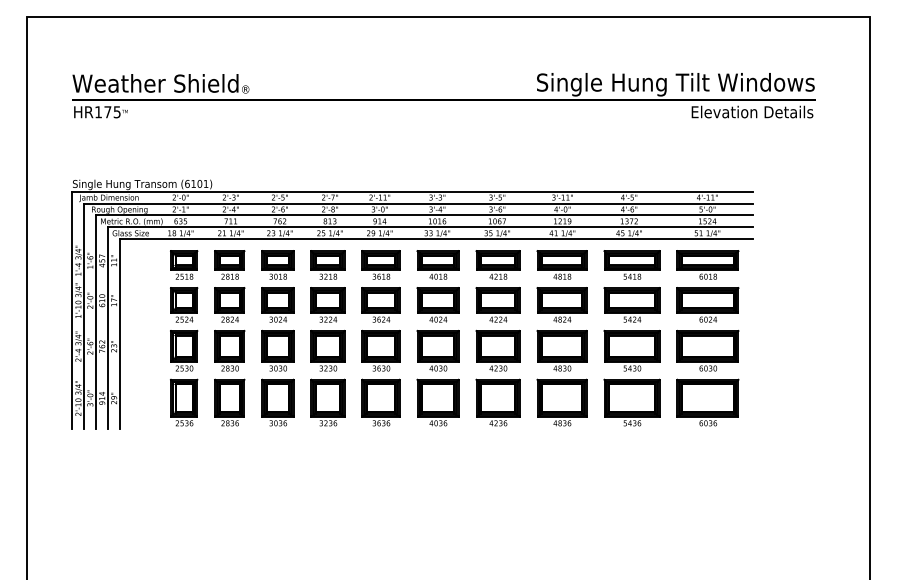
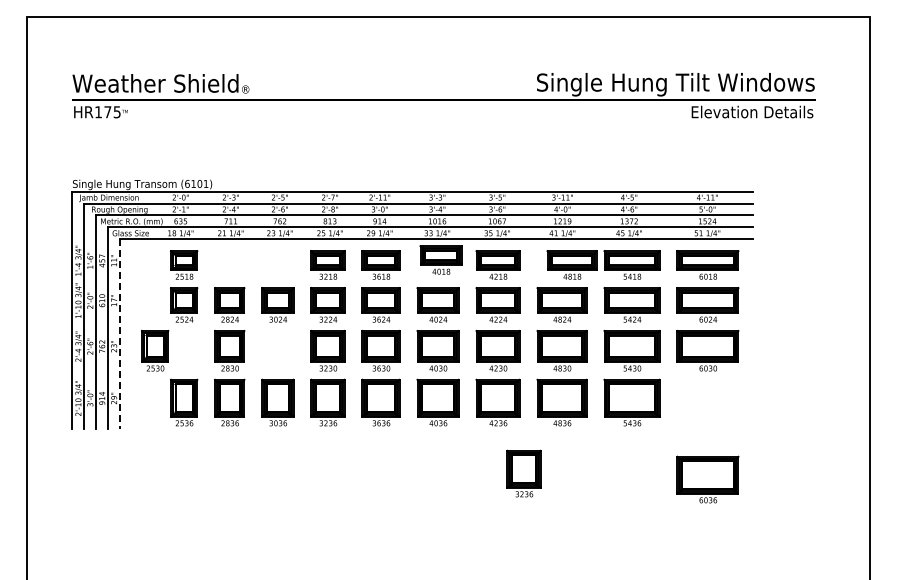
part at (229, 264): present -> none
part at (277, 264): present -> none
part at (437, 264) position: (437, 264) -> (440, 259)
part at (561, 264) position: (561, 264) -> (571, 264)
line at (120, 334): solid -> dashed
part at (184, 350) position: (184, 350) -> (155, 350)
part at (277, 350): present -> none
part at (707, 402) position: (707, 402) -> (707, 479)
part at (523, 473): none -> present
